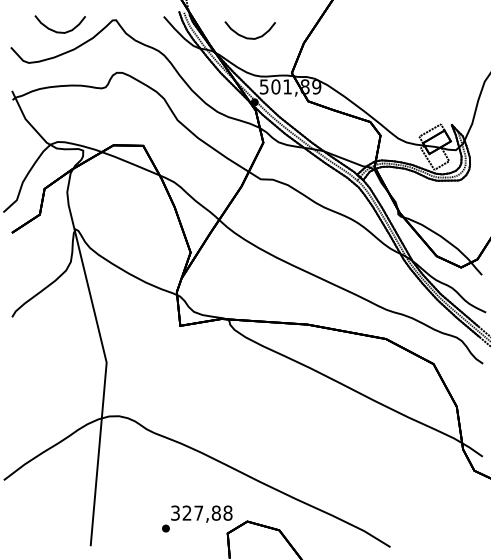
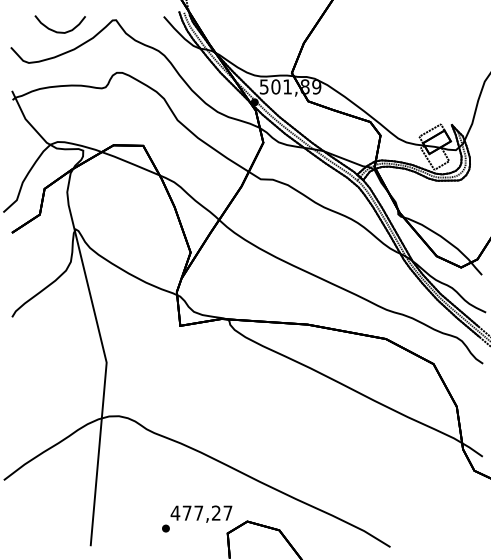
curve at (249, 37): present -> none
text at (201, 512): 327,88 -> 477,27
